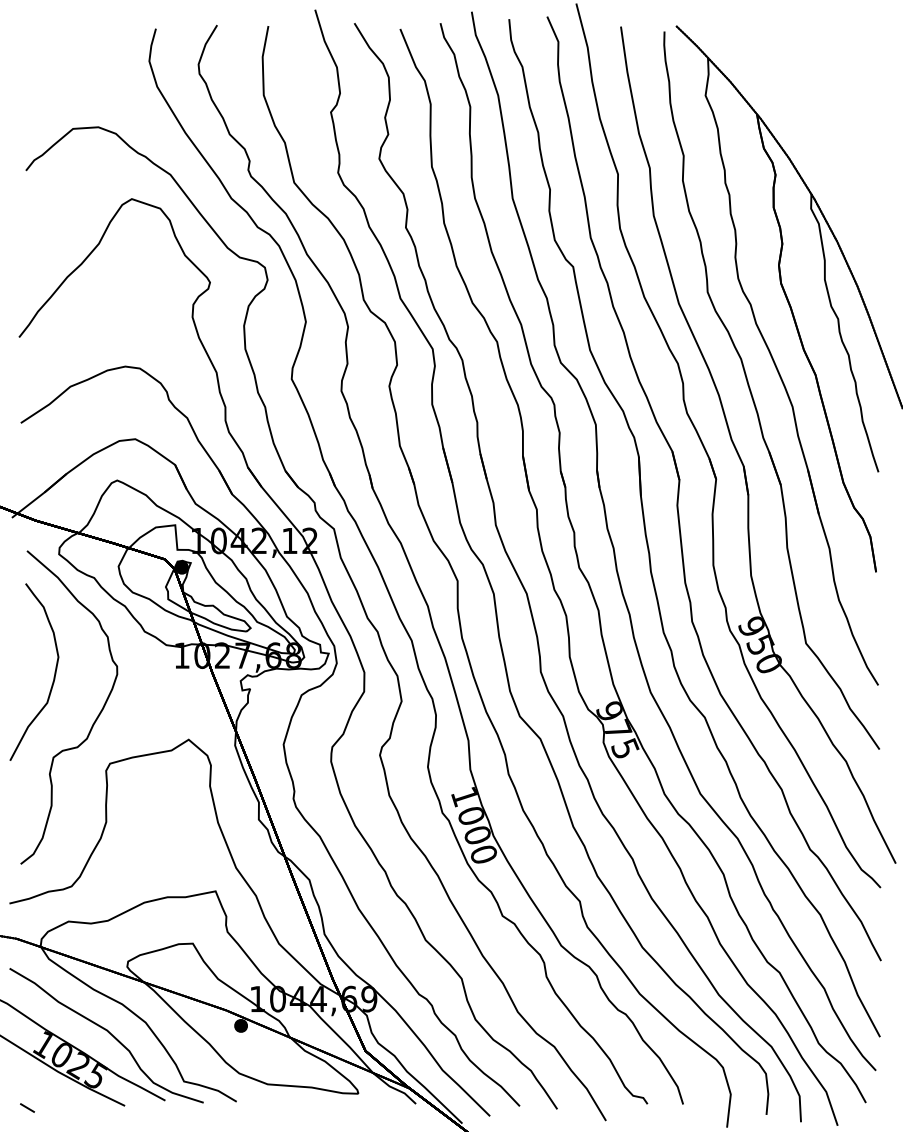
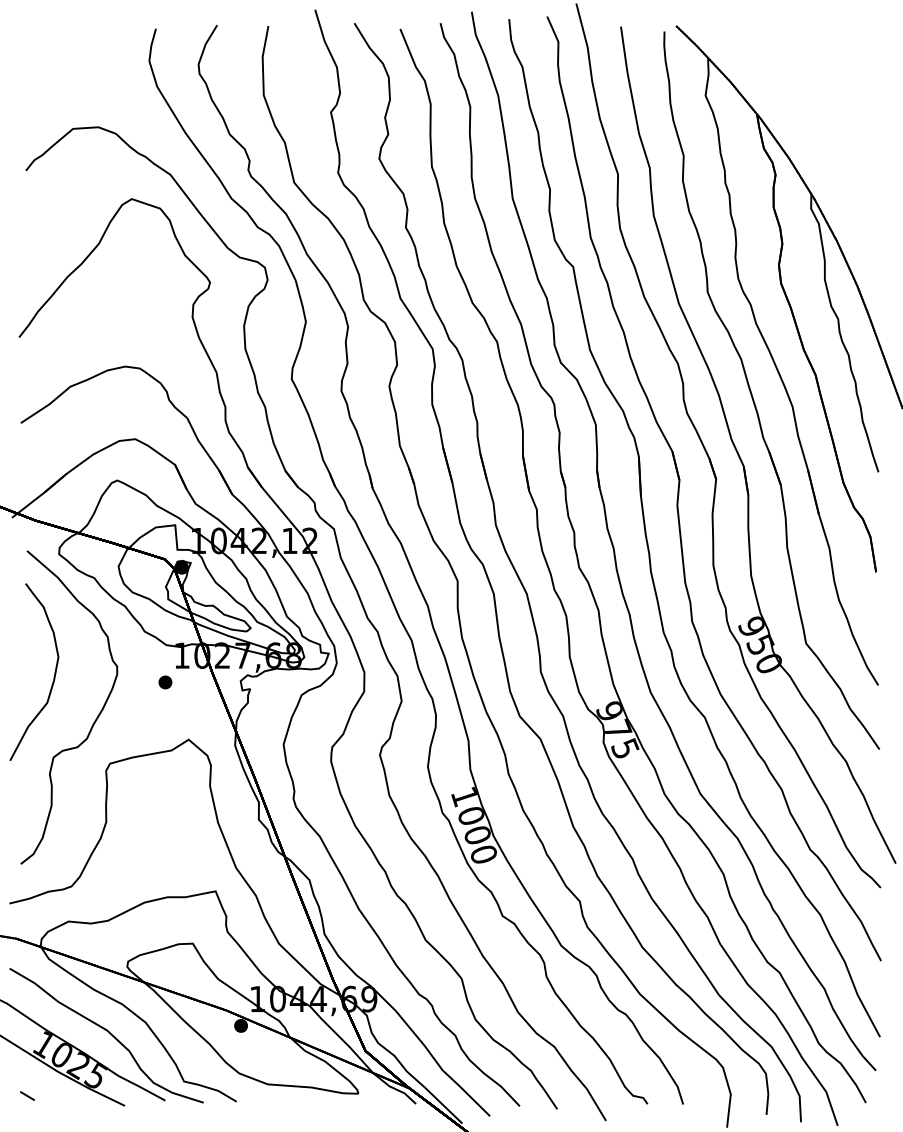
part at (165, 682): none -> present
line at (27, 1107) position: (27, 1107) -> (27, 1095)
